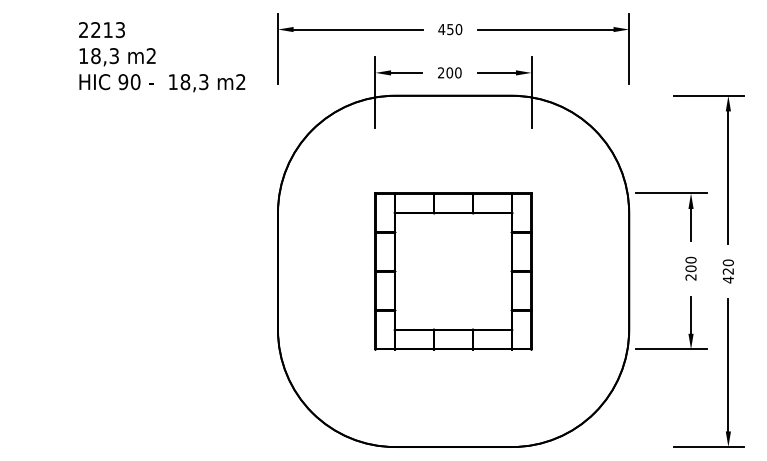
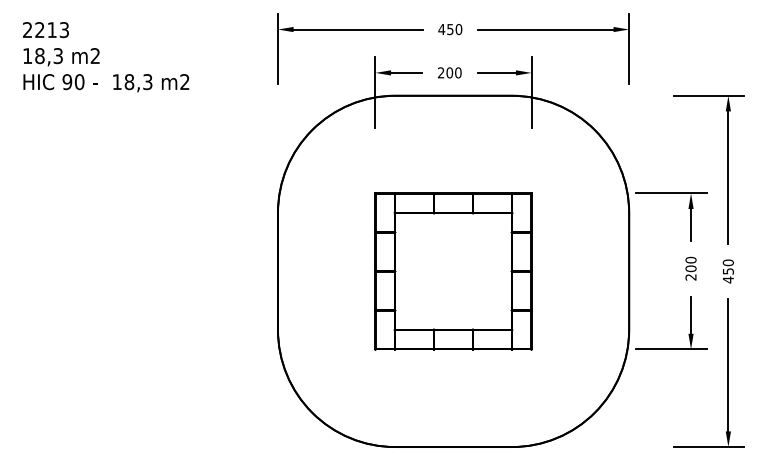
text at (162, 57) position: (162, 57) -> (106, 57)
text at (727, 271): 420 -> 450
